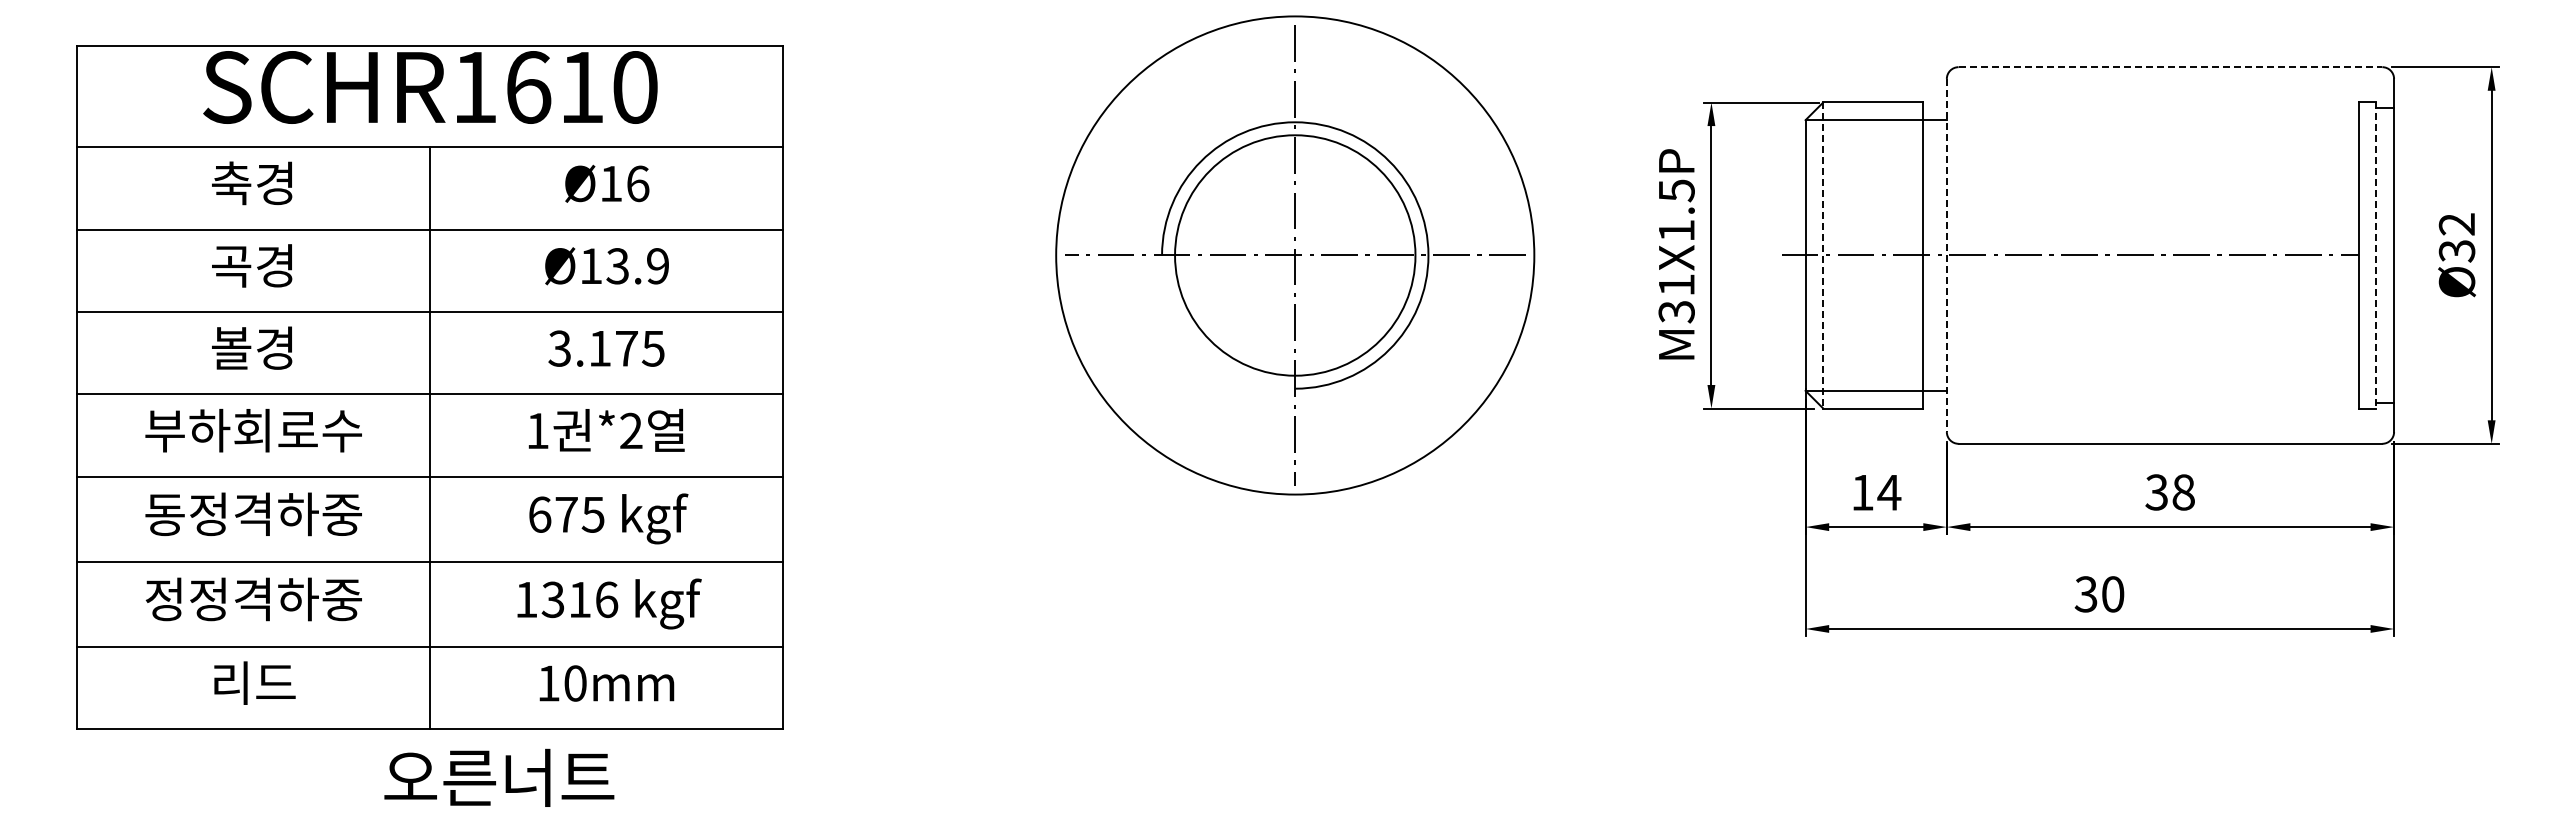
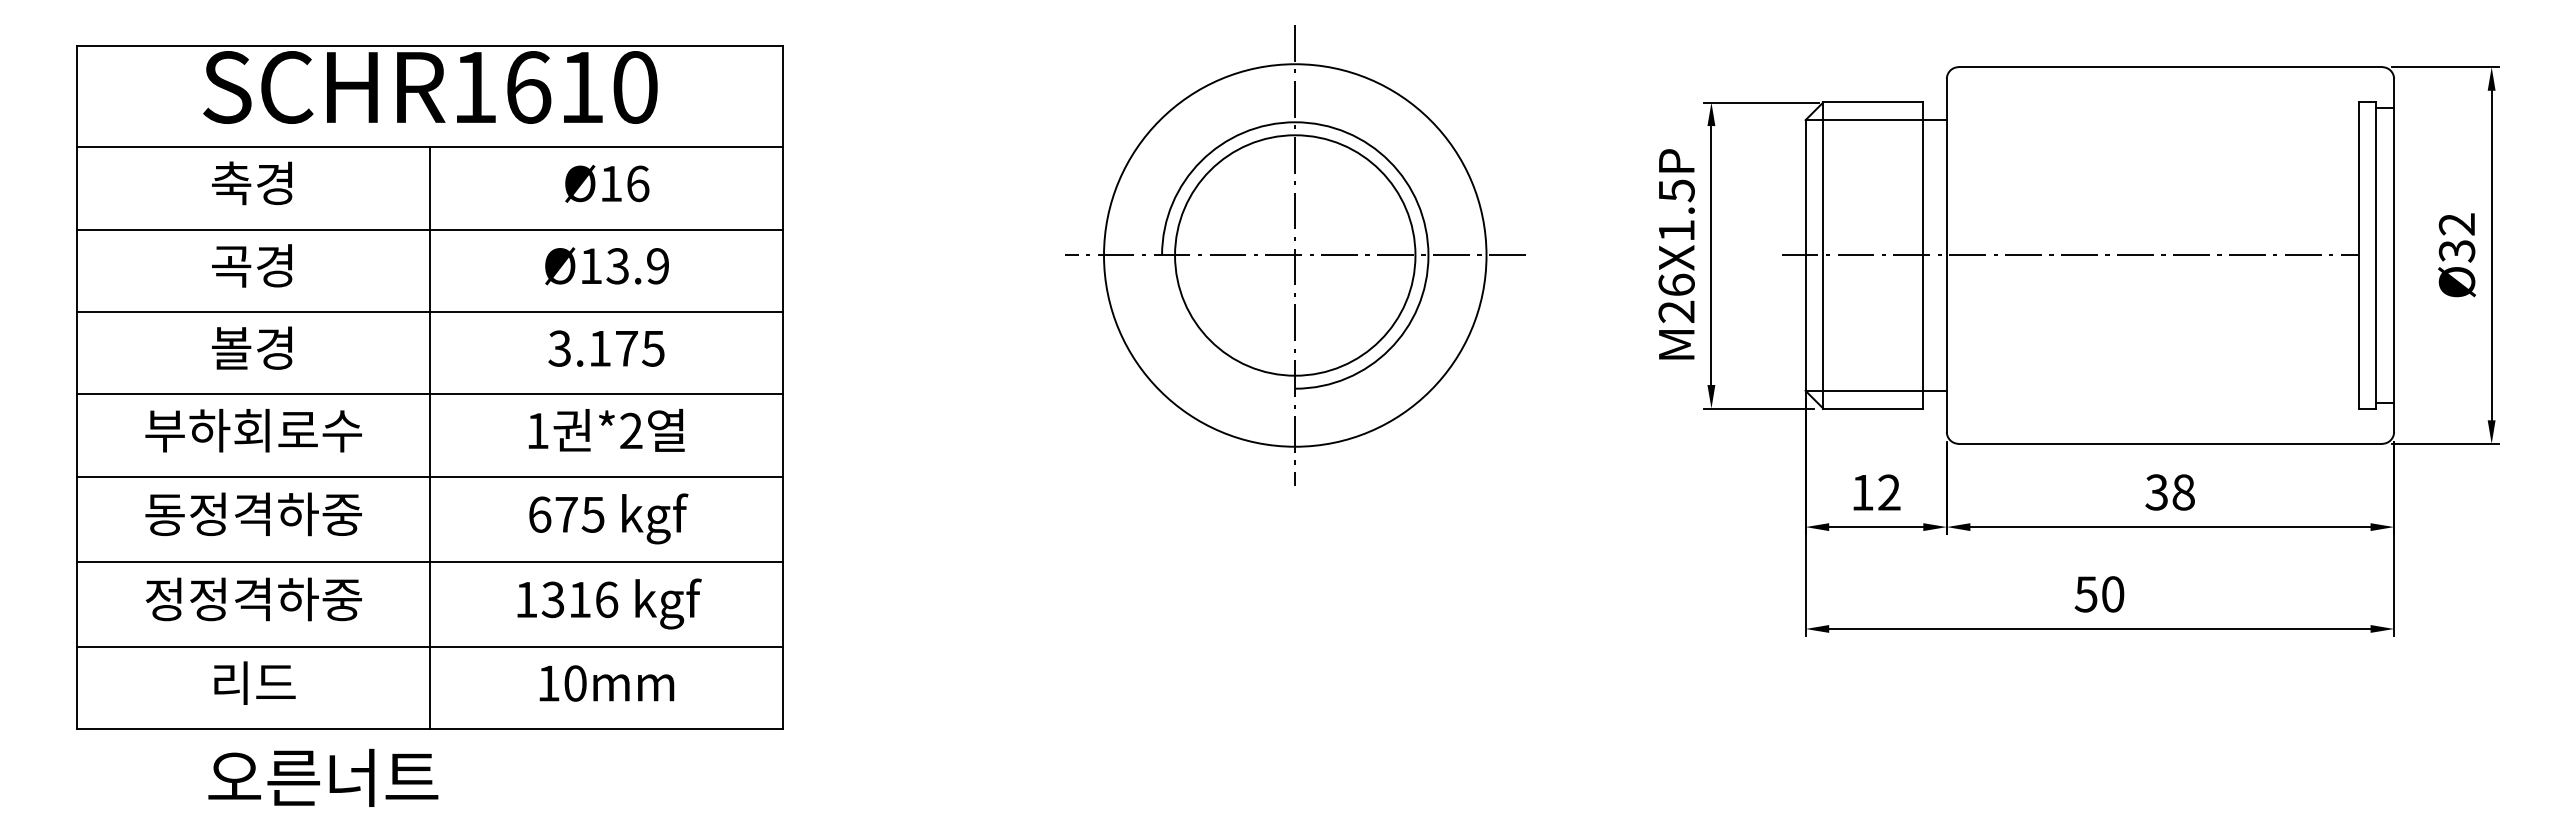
line at (2170, 67): dashed -> solid
circle at (1295, 255) diameter: 478 px -> 383 px
line at (1946, 255): dashed -> solid
line at (1823, 256): dashed -> solid
line at (2376, 256): dashed -> solid
text at (1676, 298): M31X1.5P -> M26X1.5P
text at (1889, 492): 14 -> 12
text at (2085, 594): 30 -> 50
text at (499, 777) position: (499, 777) -> (323, 777)
